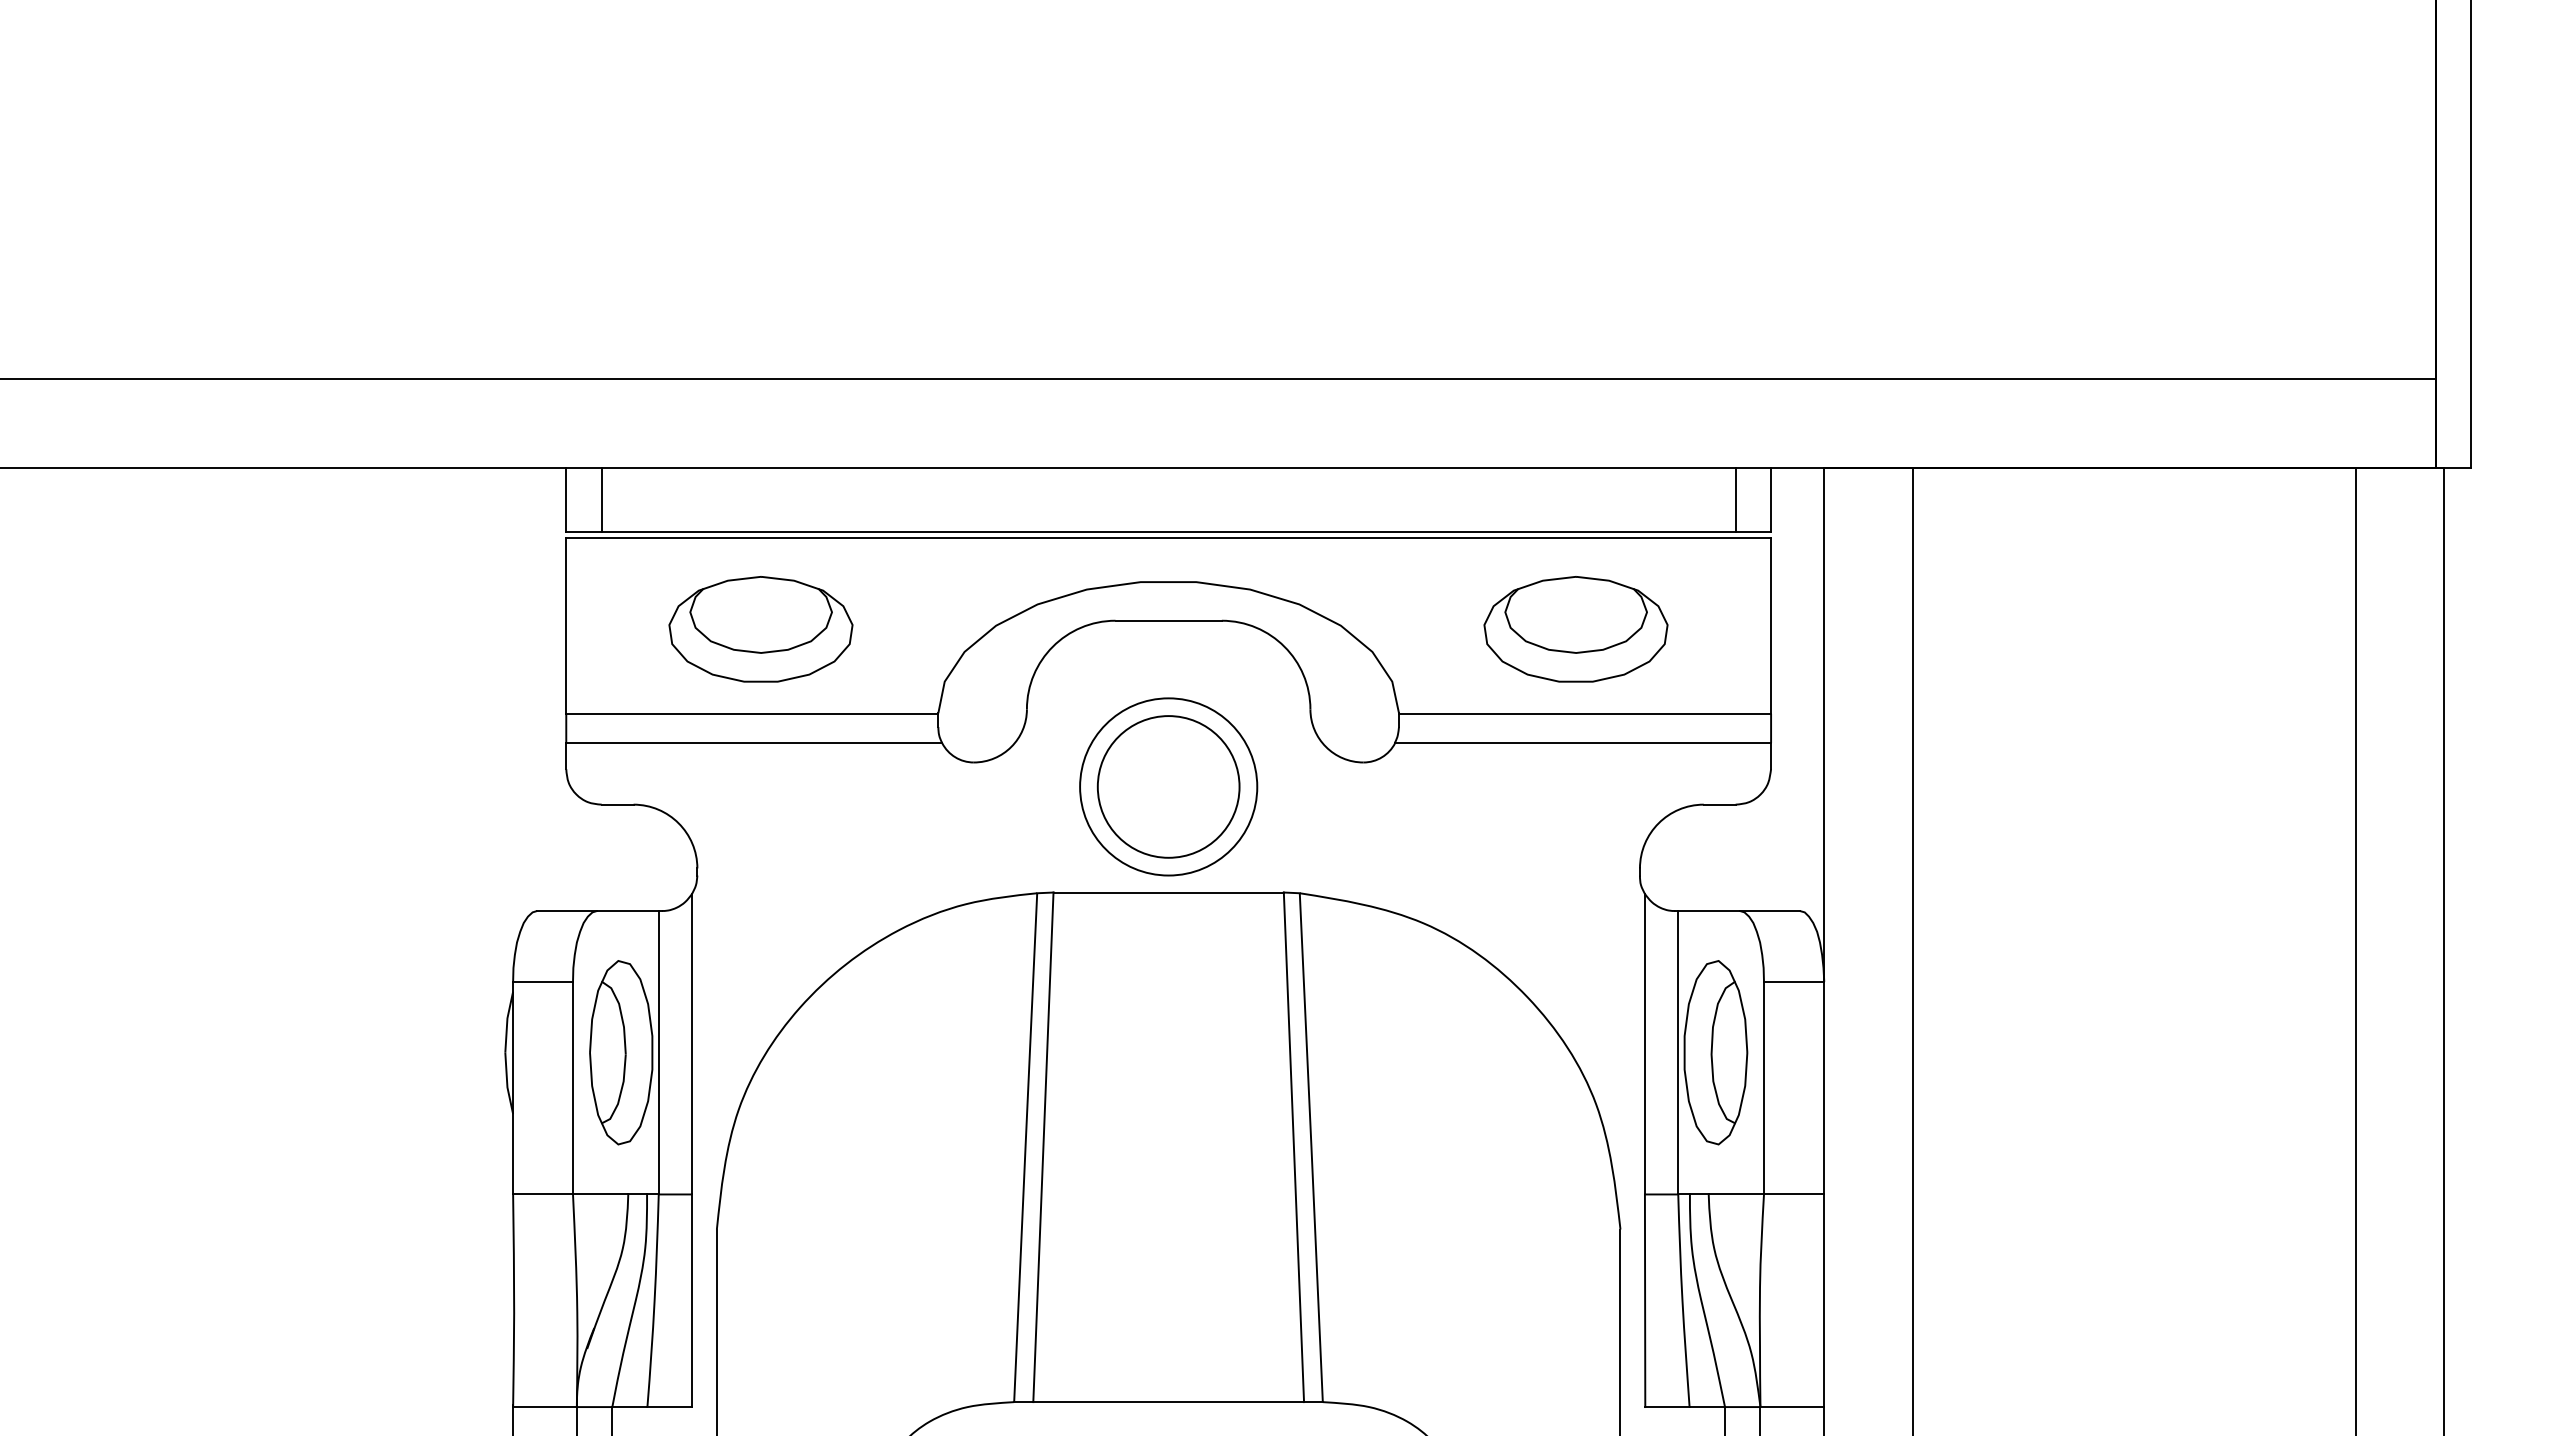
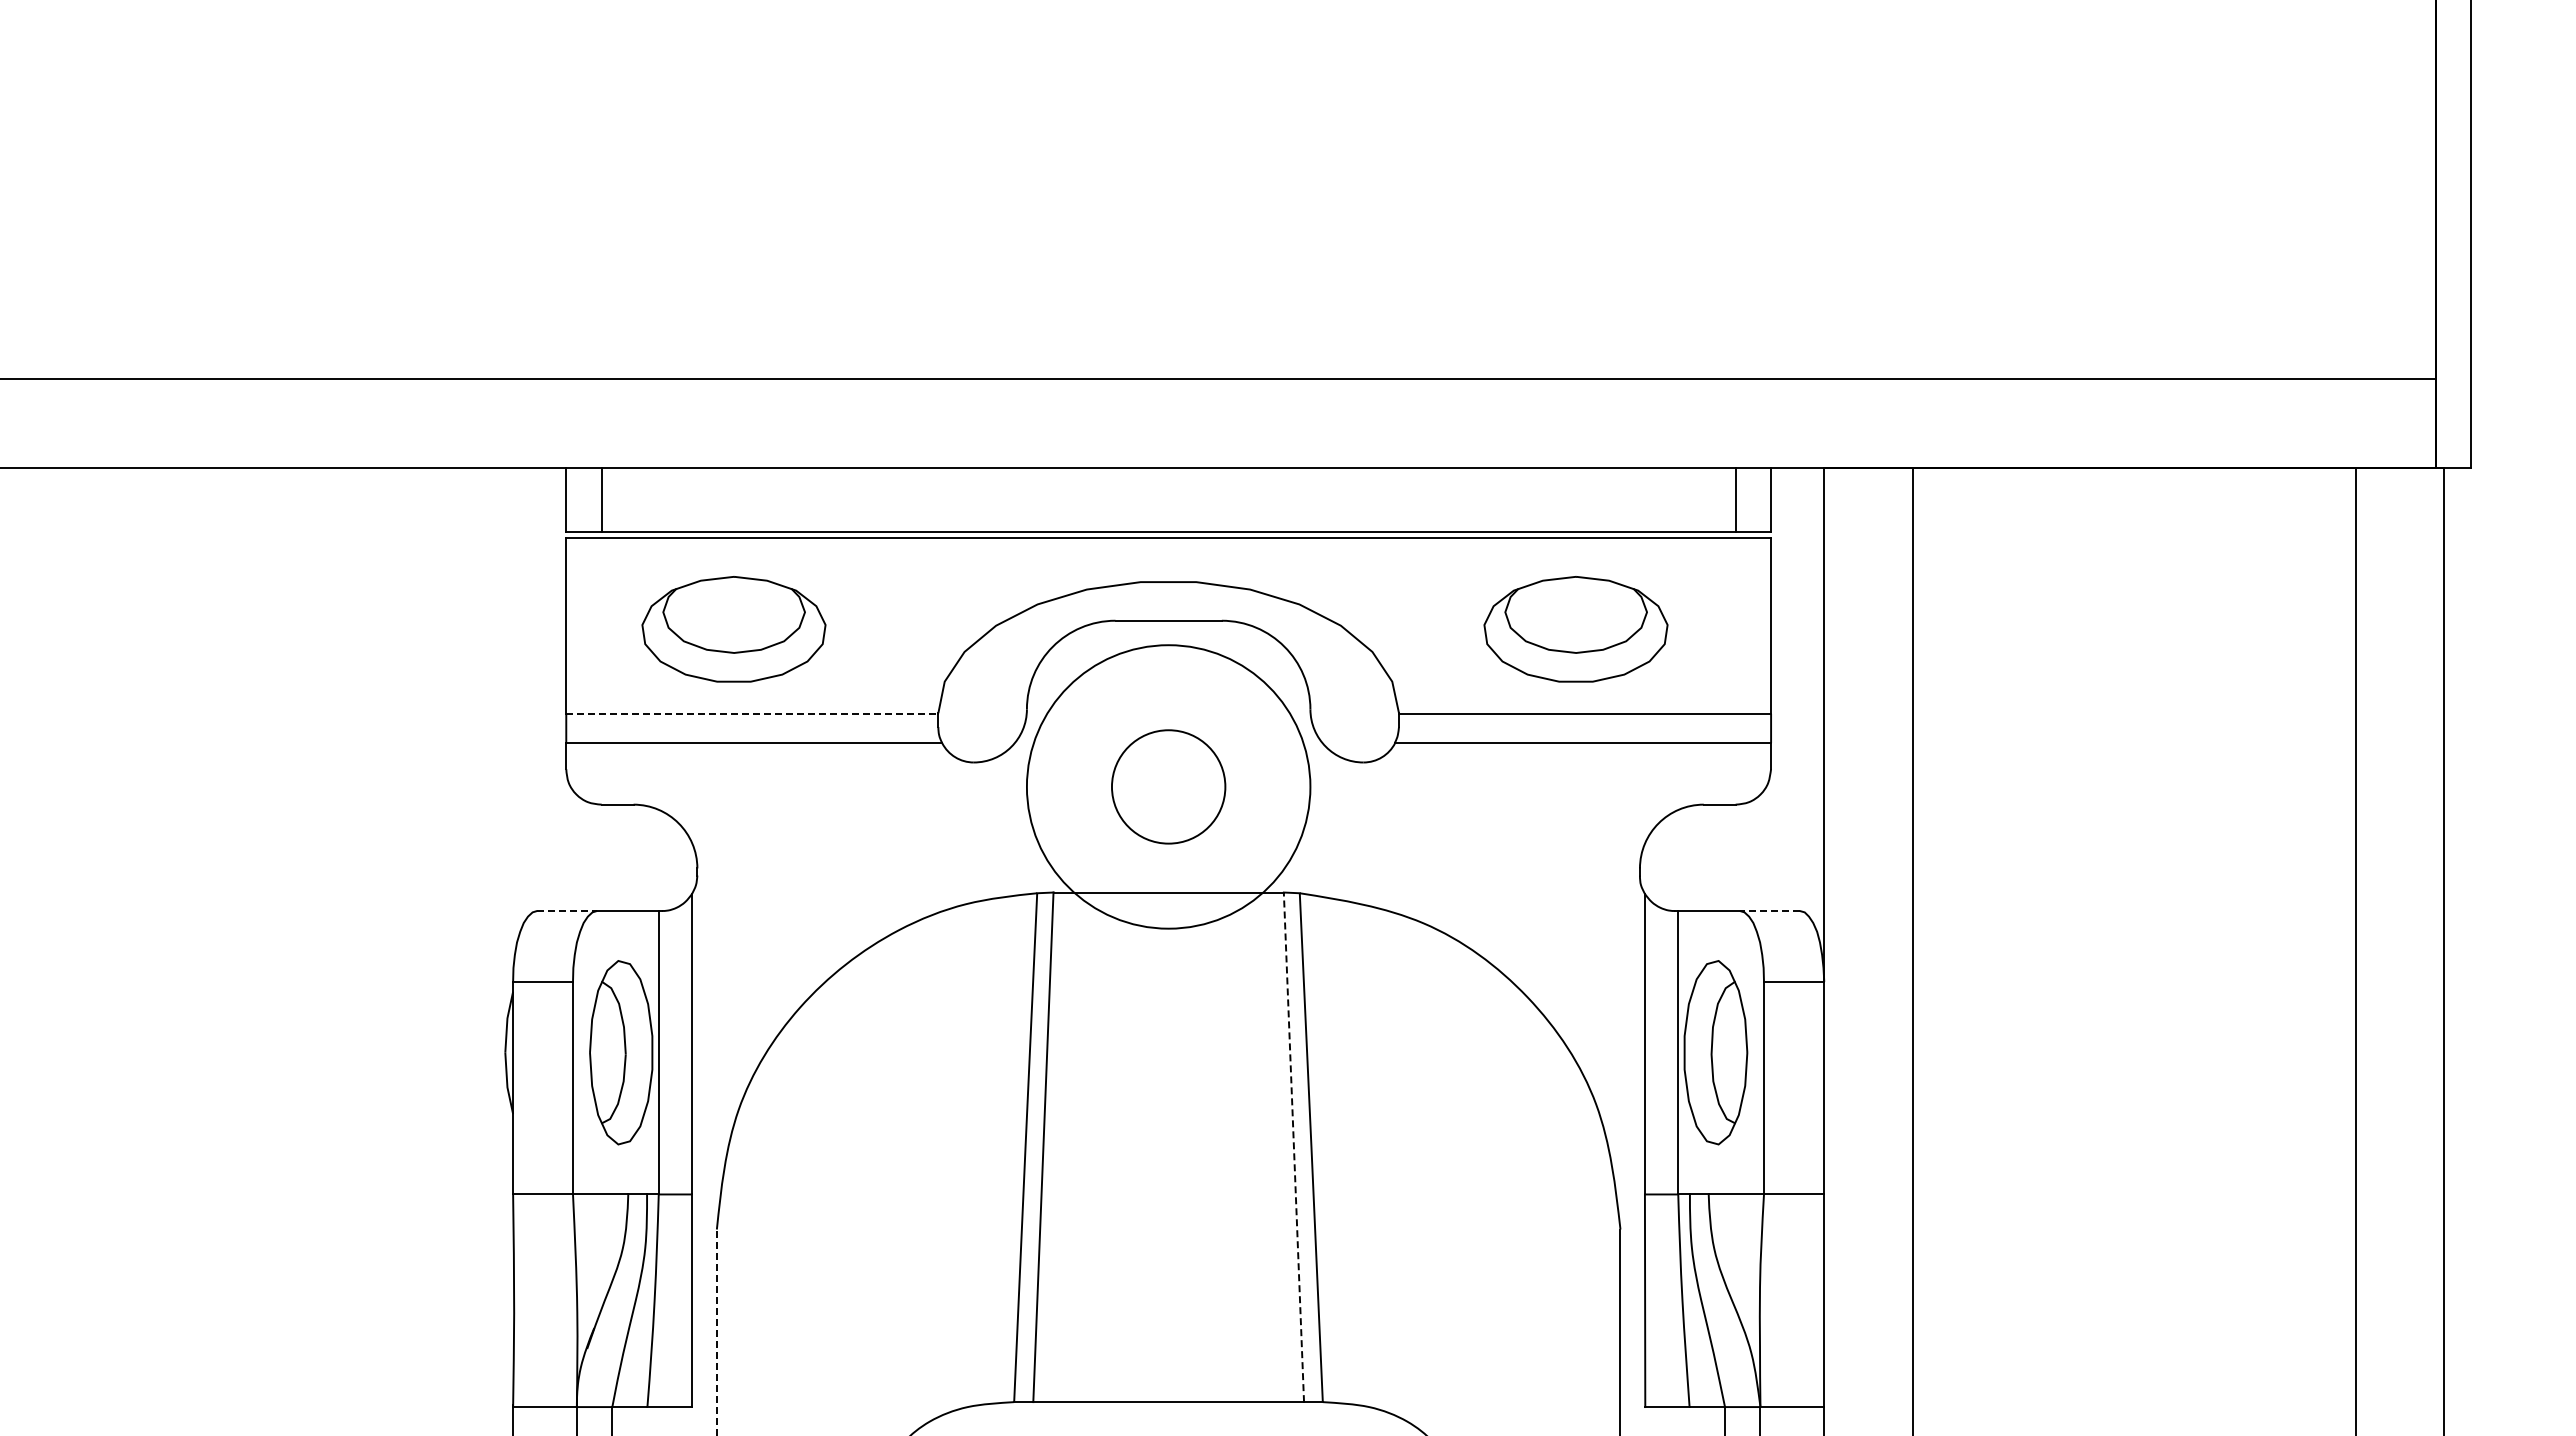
part at (760, 629) position: (760, 629) -> (733, 629)
line at (752, 713): solid -> dashed
circle at (1168, 786) diameter: 142 px -> 113 px
circle at (1168, 786) diameter: 177 px -> 283 px
line at (567, 910): solid -> dashed
line at (1769, 910): solid -> dashed
line at (1293, 1147): solid -> dashed
line at (716, 1332): solid -> dashed
